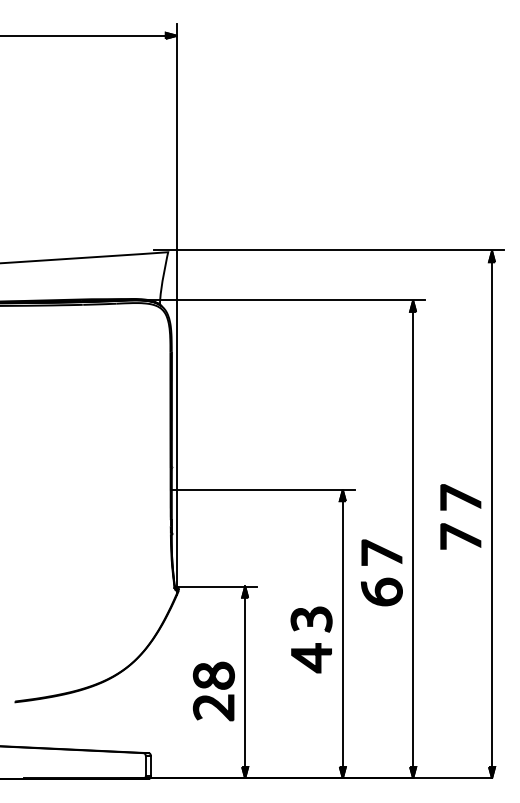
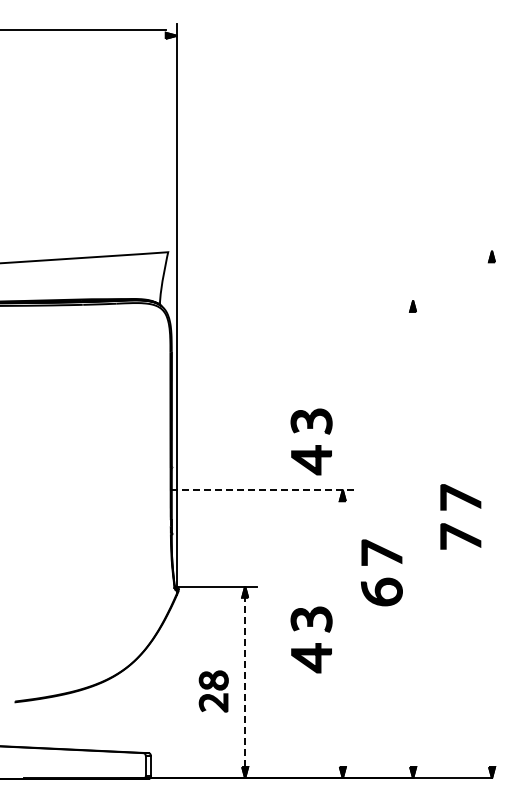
line at (83, 35) position: (83, 35) -> (83, 29)
line at (328, 250): present -> none
line at (286, 299): present -> none
part at (311, 441): none -> present
line at (263, 489): solid -> dashed
line at (492, 514): present -> none
line at (413, 539): present -> none
line at (342, 634): present -> none
line at (245, 676): solid -> dashed
part at (213, 691) size: 43x61 px -> 31x43 px
